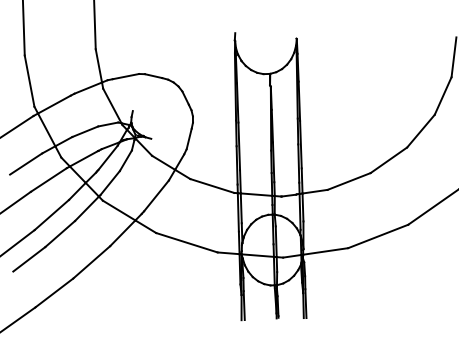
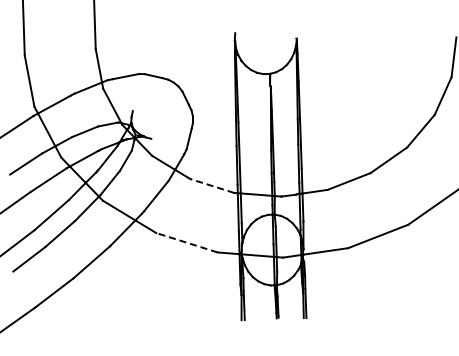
line at (211, 185): solid -> dashed
line at (186, 242): solid -> dashed
